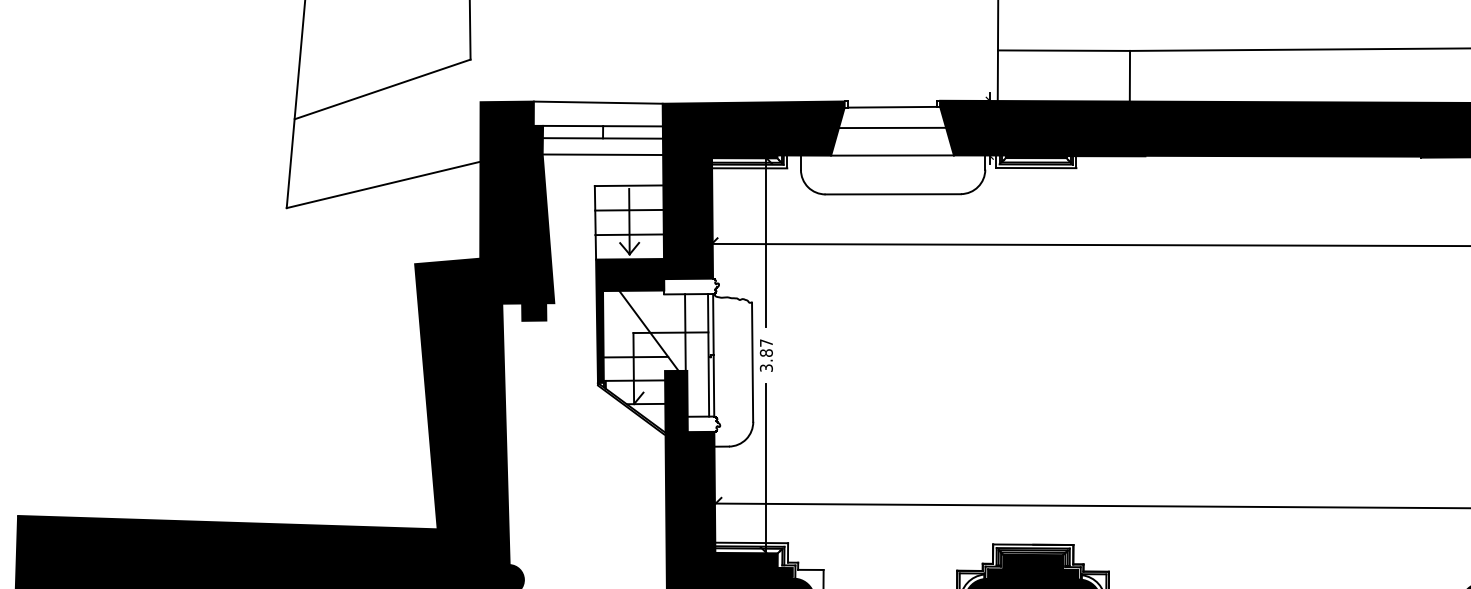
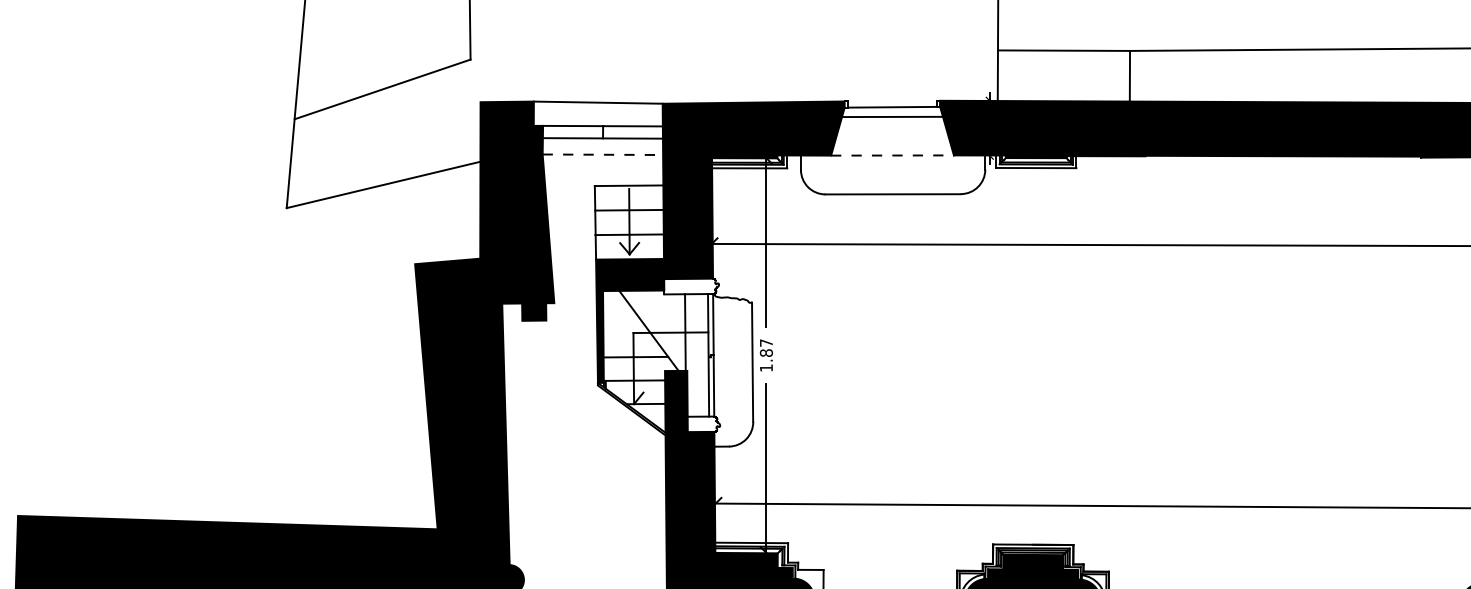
line at (892, 127) position: (892, 127) -> (892, 116)
line at (603, 154): solid -> dashed
line at (893, 155): solid -> dashed
text at (765, 367): 3.87 -> 1.87
